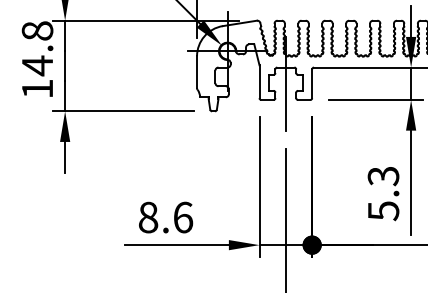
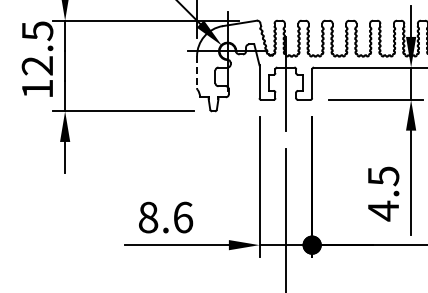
text at (37, 48): 14.8 -> 12.5
line at (197, 72): solid -> dashed
text at (383, 193): 5.3 -> 4.5
